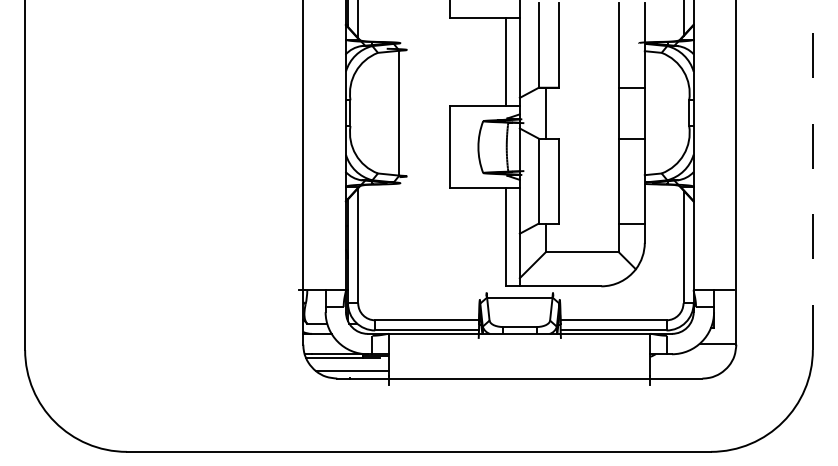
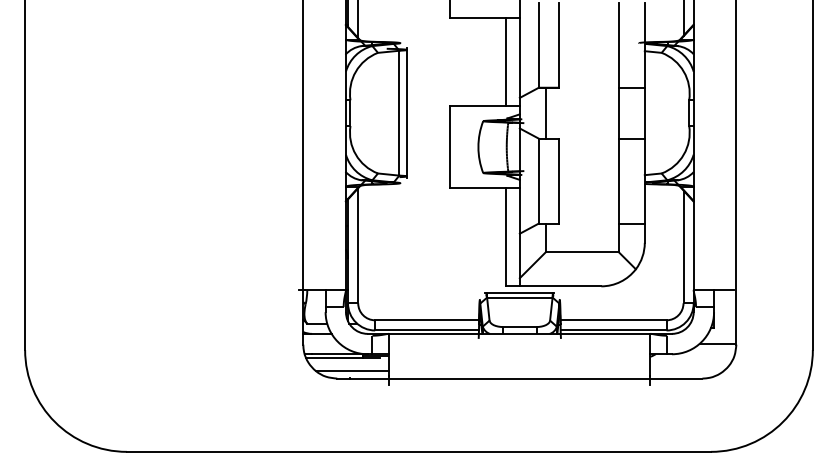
line at (407, 113): none -> present
line at (812, 175): dashed -> solid
line at (519, 293): none -> present
